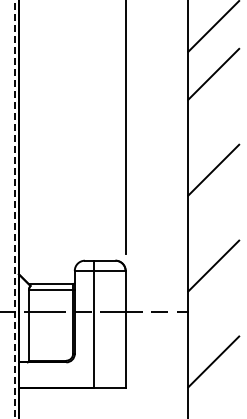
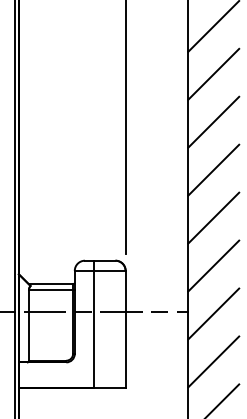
line at (213, 121): none -> present
line at (14, 209): dashed -> solid
line at (213, 217): none -> present
line at (213, 313): none -> present
line at (223, 399): none -> present
